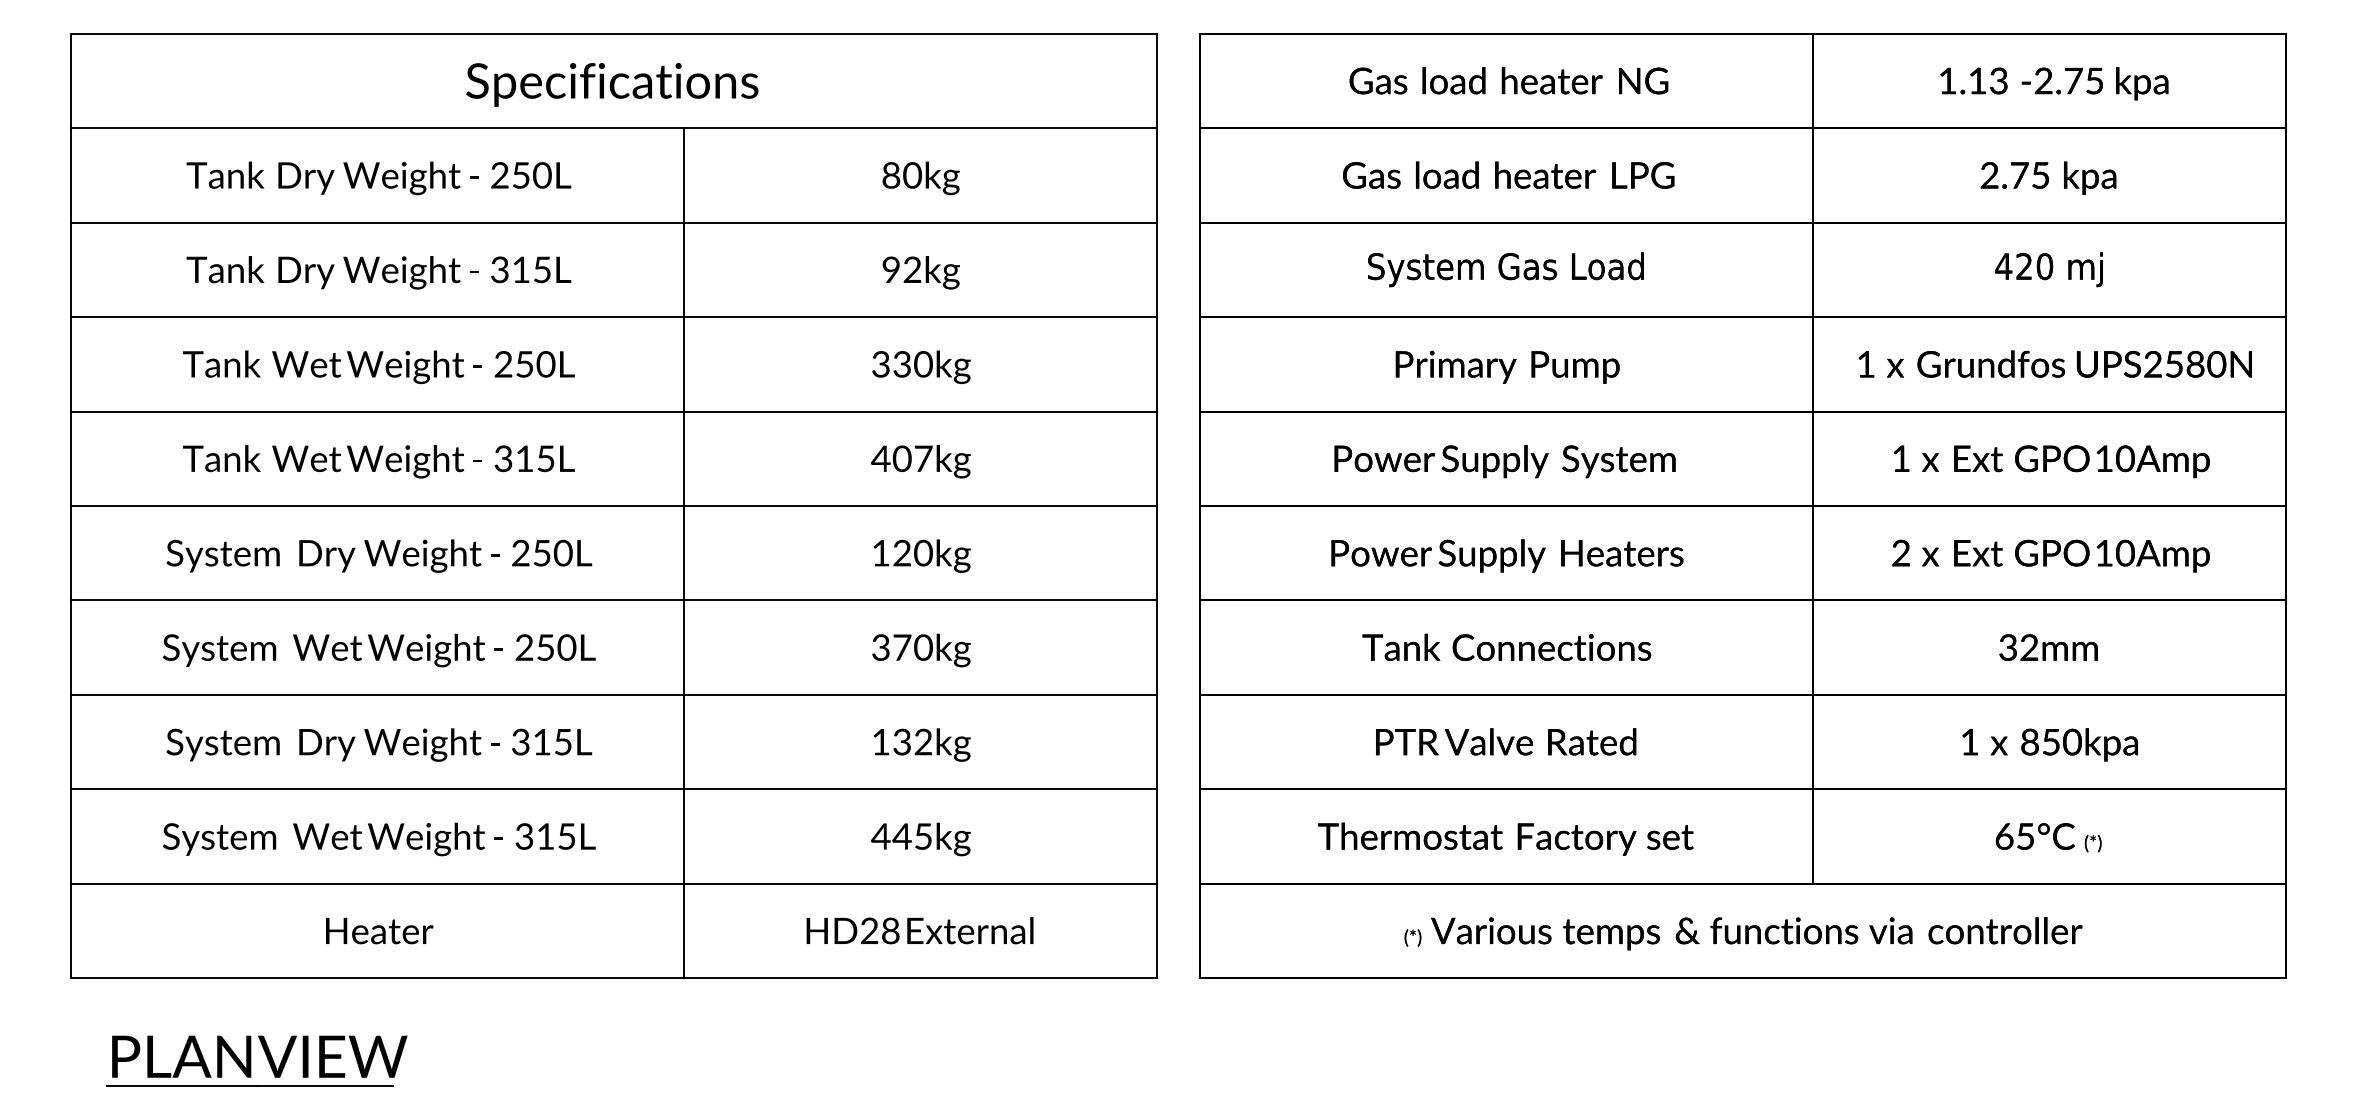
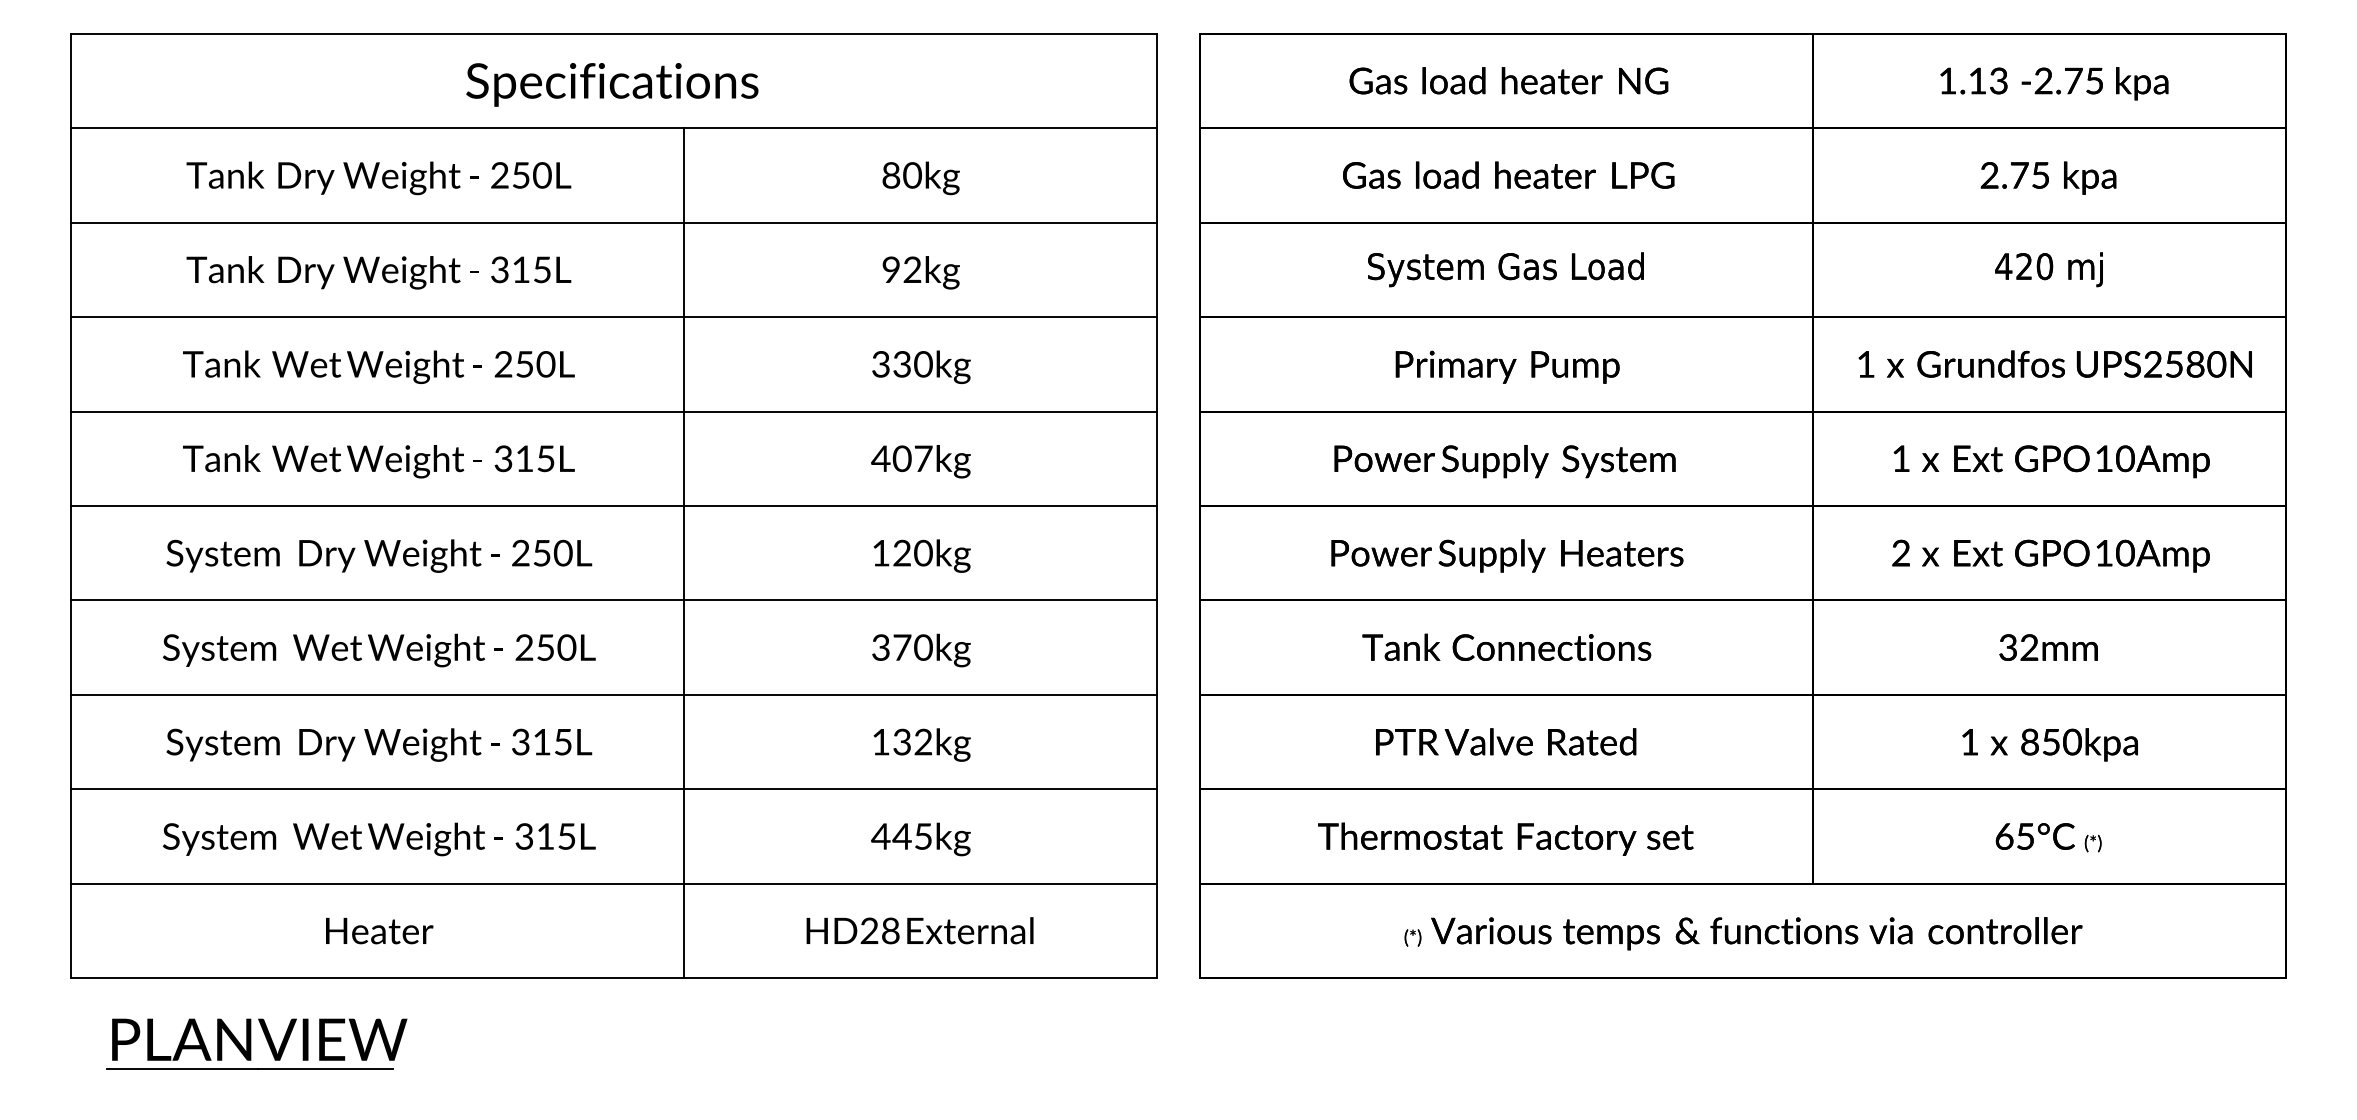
part at (256, 1060) position: (256, 1060) -> (256, 1043)
